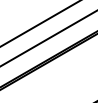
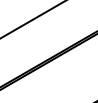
line at (39, 23) position: (39, 23) -> (32, 19)
line at (48, 38): present -> none
